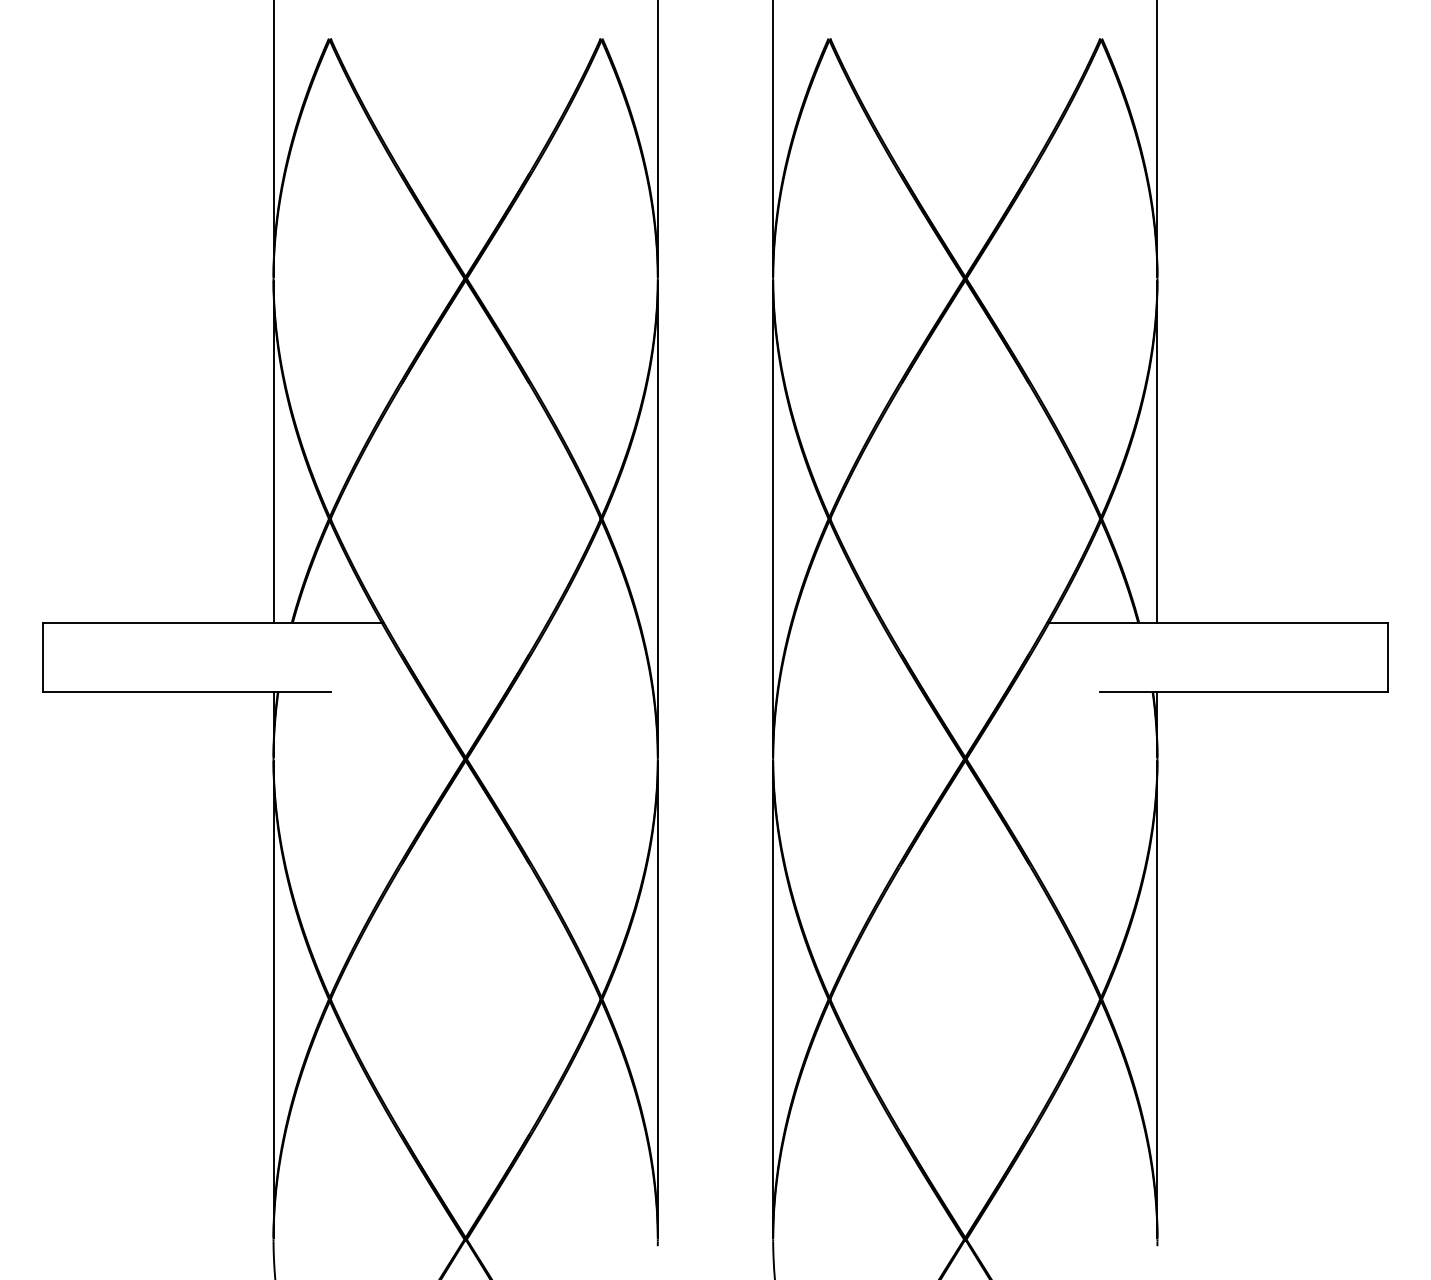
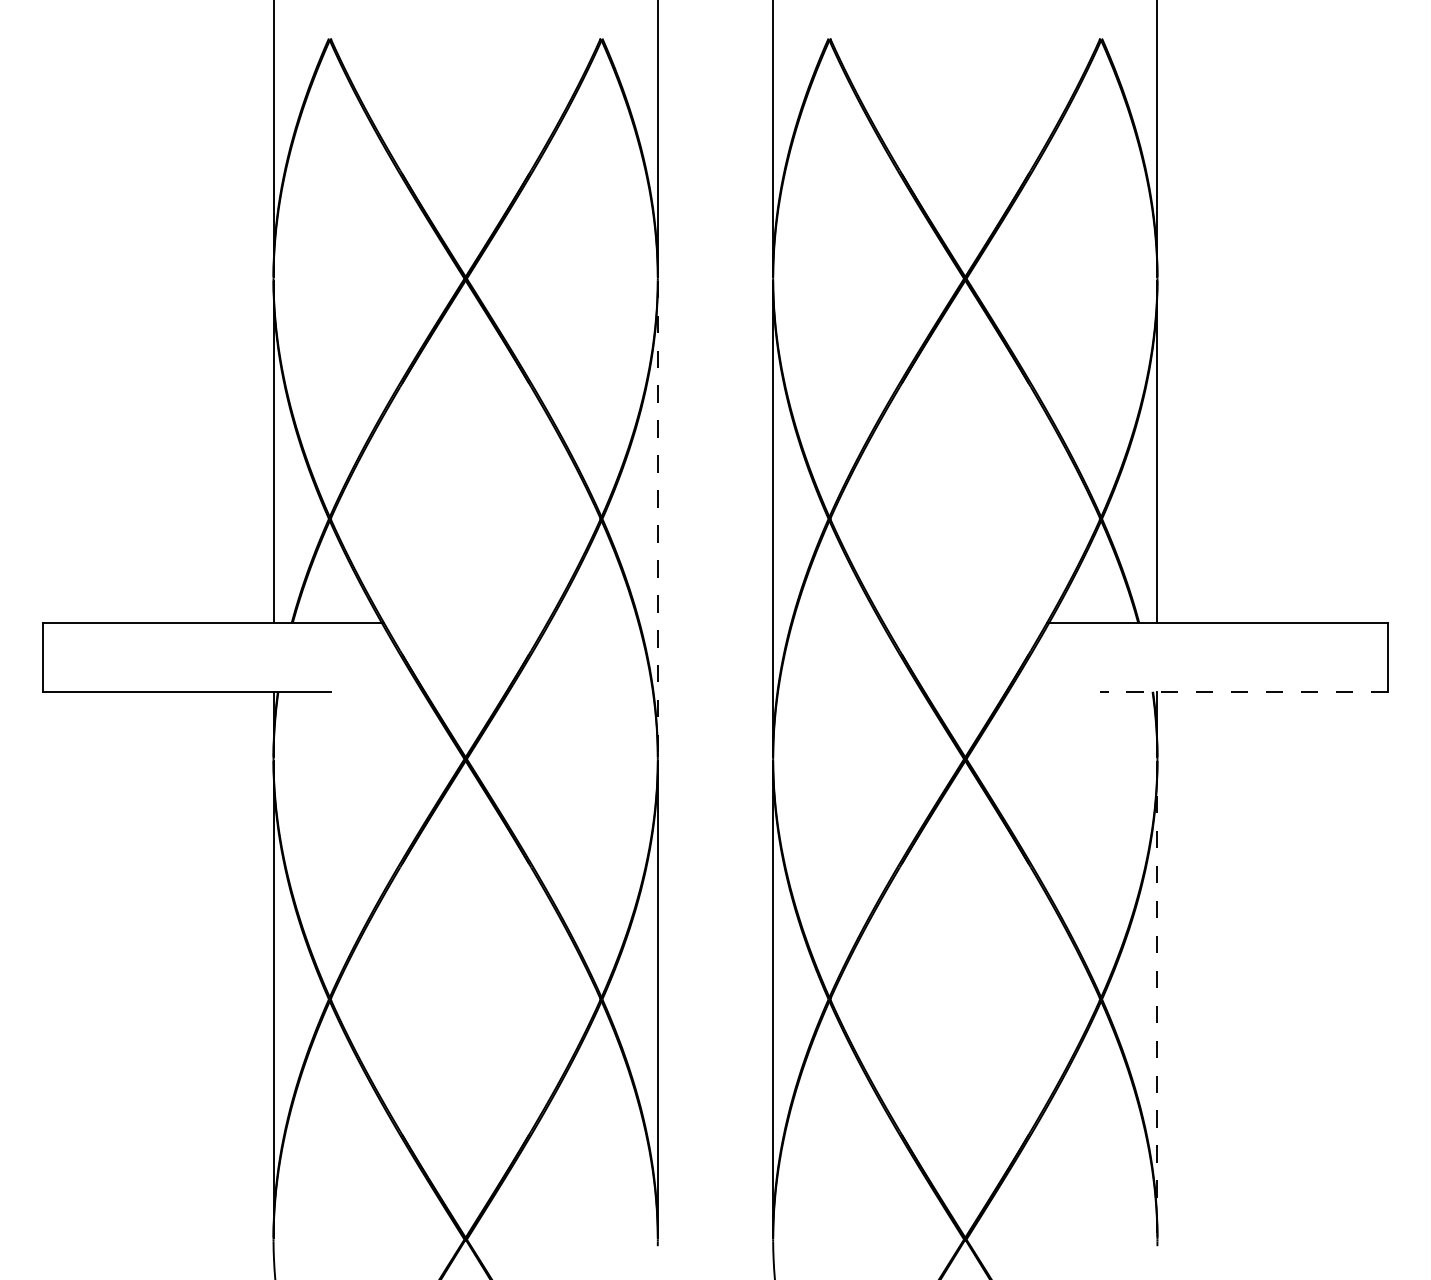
line at (657, 519): solid -> dashed
line at (1243, 691): solid -> dashed
line at (1157, 999): solid -> dashed
